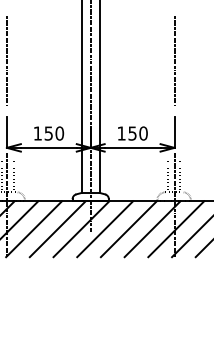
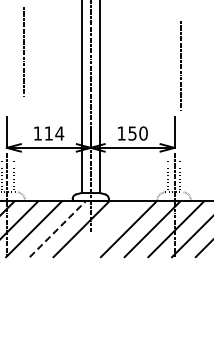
line at (6, 60) position: (6, 60) -> (23, 51)
line at (174, 60) position: (174, 60) -> (180, 65)
text at (54, 133): 150 -> 114
line at (58, 228): solid -> dashed
line at (105, 229): present -> none
